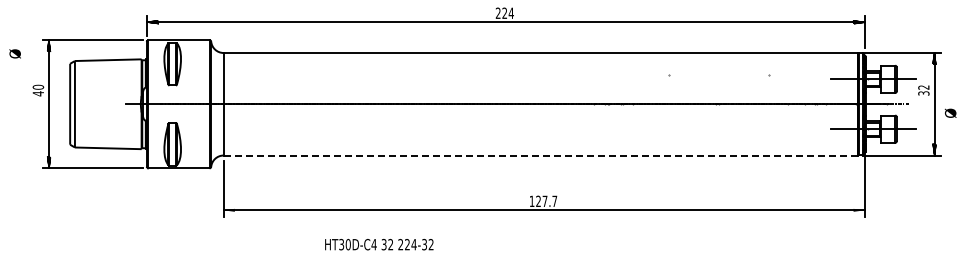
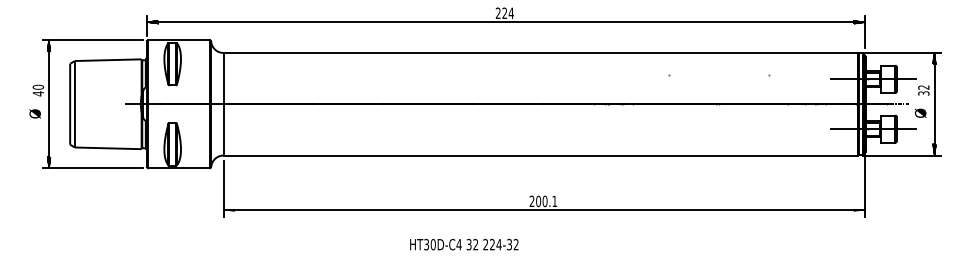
text at (14, 53) position: (14, 53) -> (34, 113)
text at (950, 112) position: (950, 112) -> (920, 112)
line at (541, 155): dashed -> solid
text at (543, 201): 127.7 -> 200.1
text at (379, 244) position: (379, 244) -> (464, 244)
